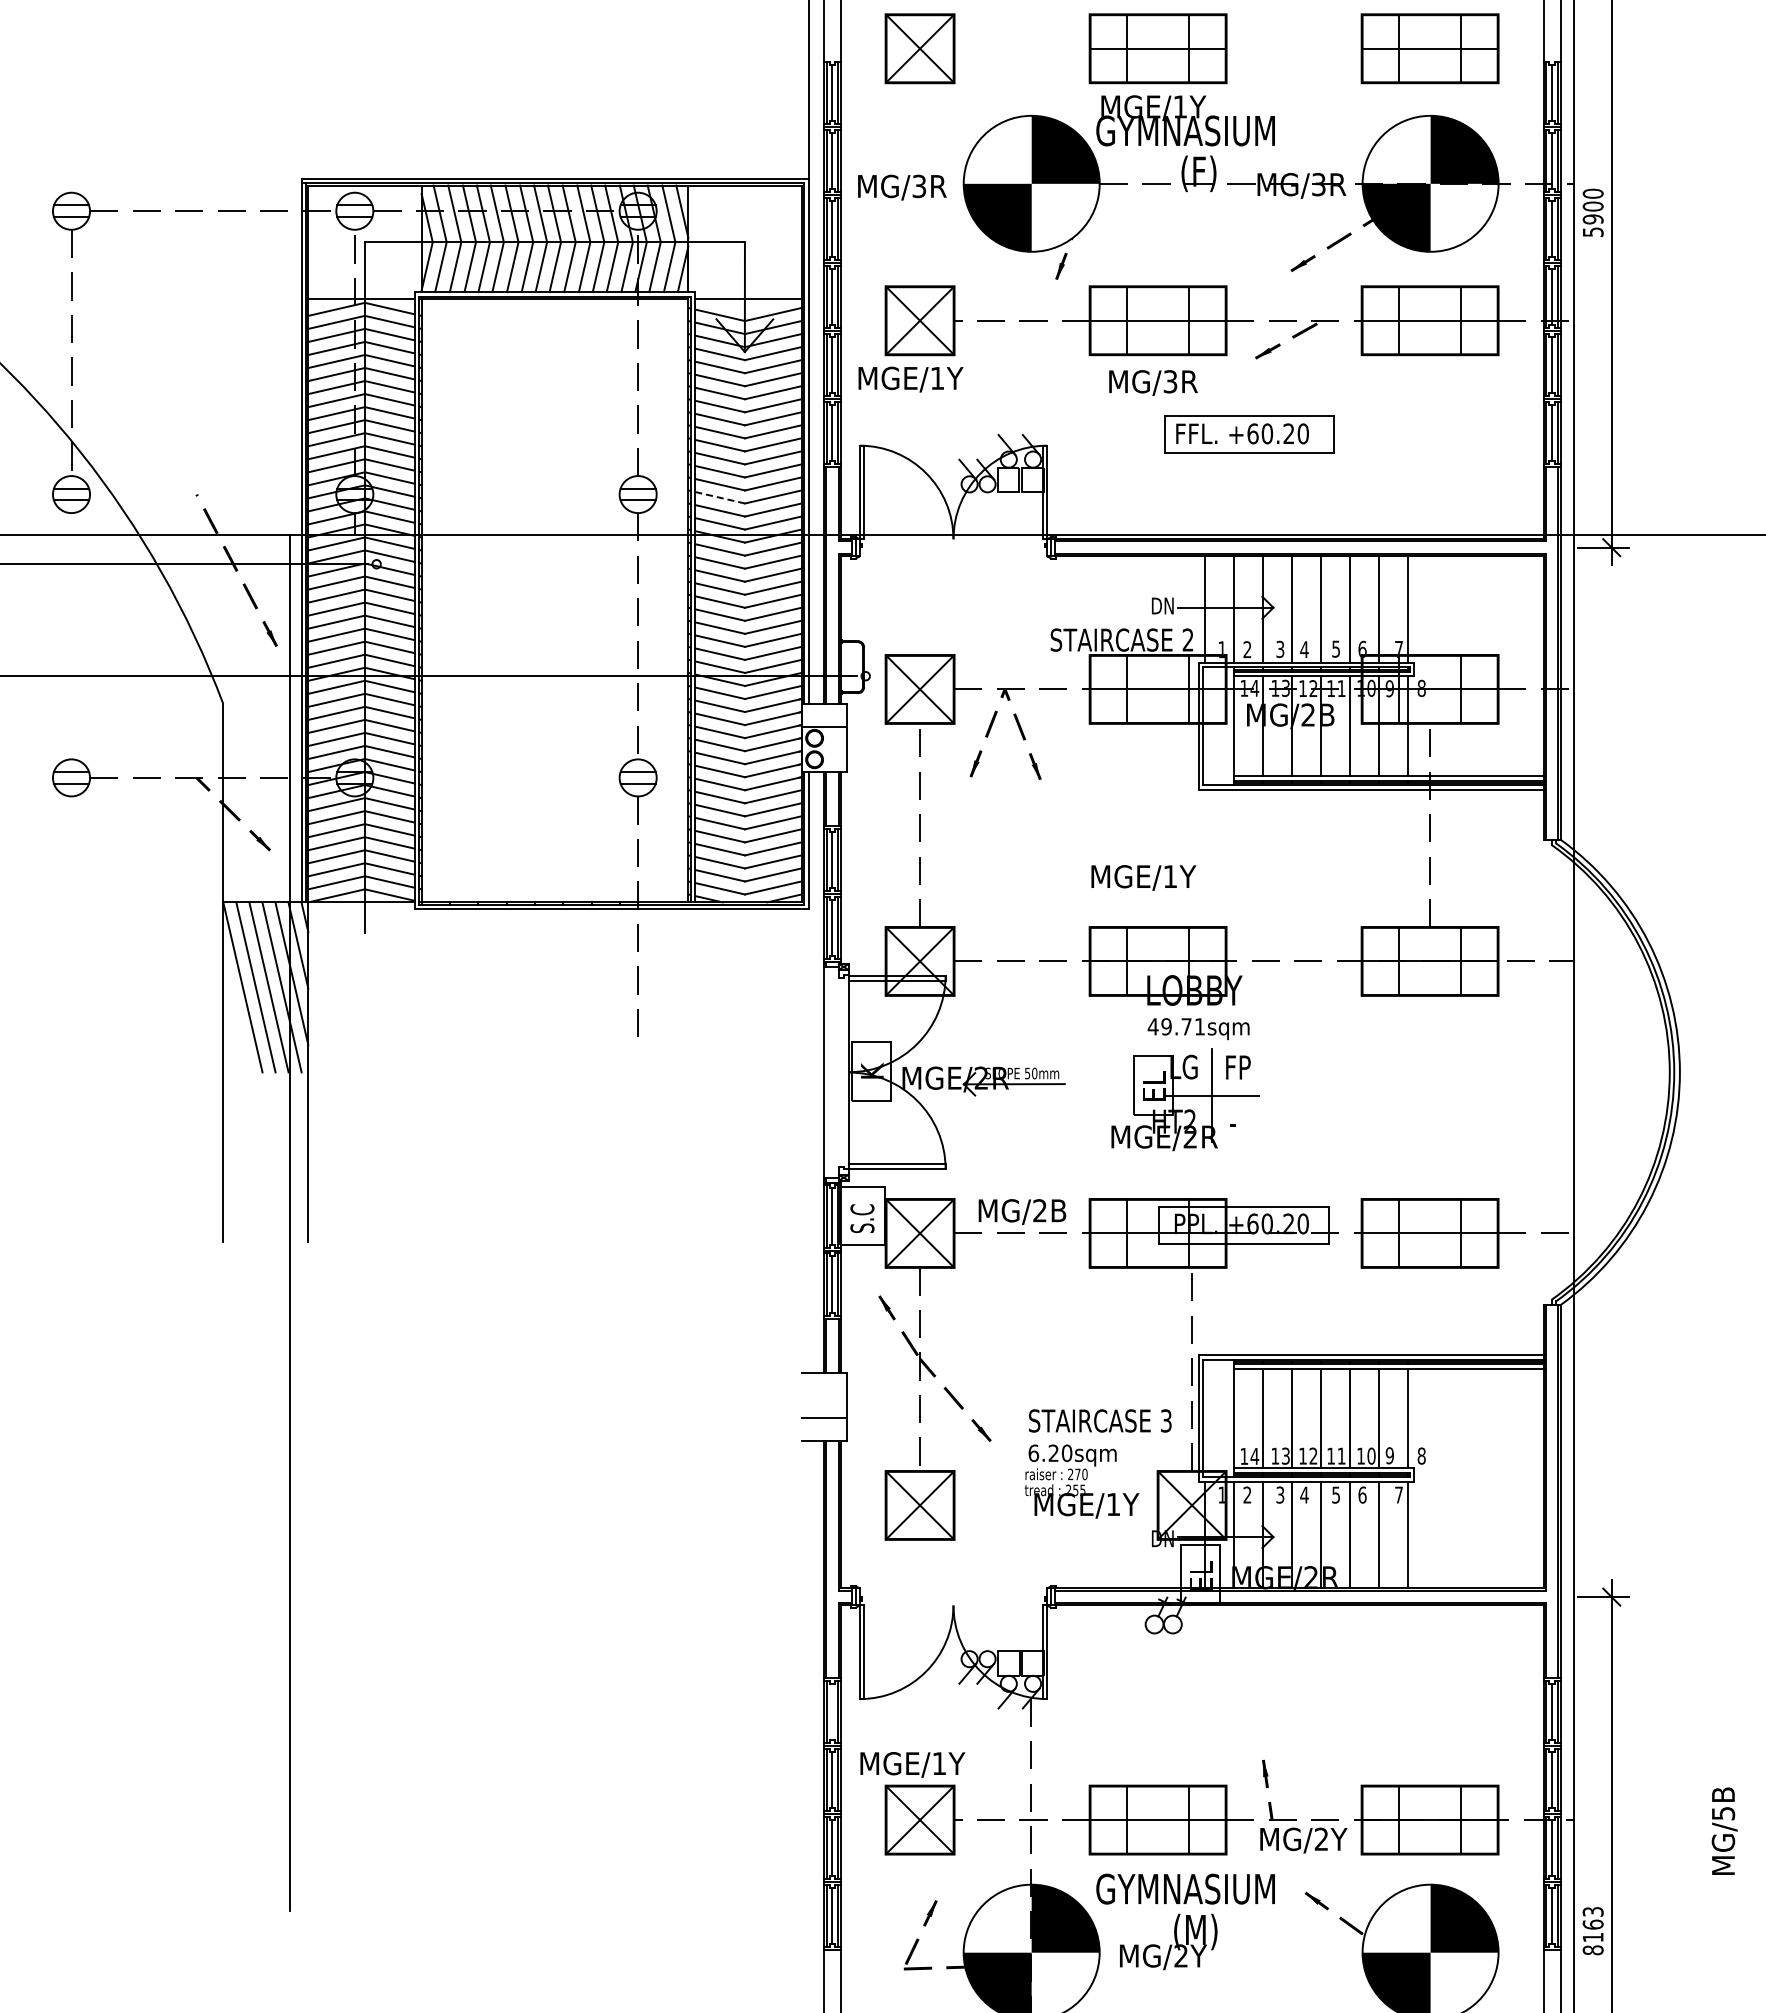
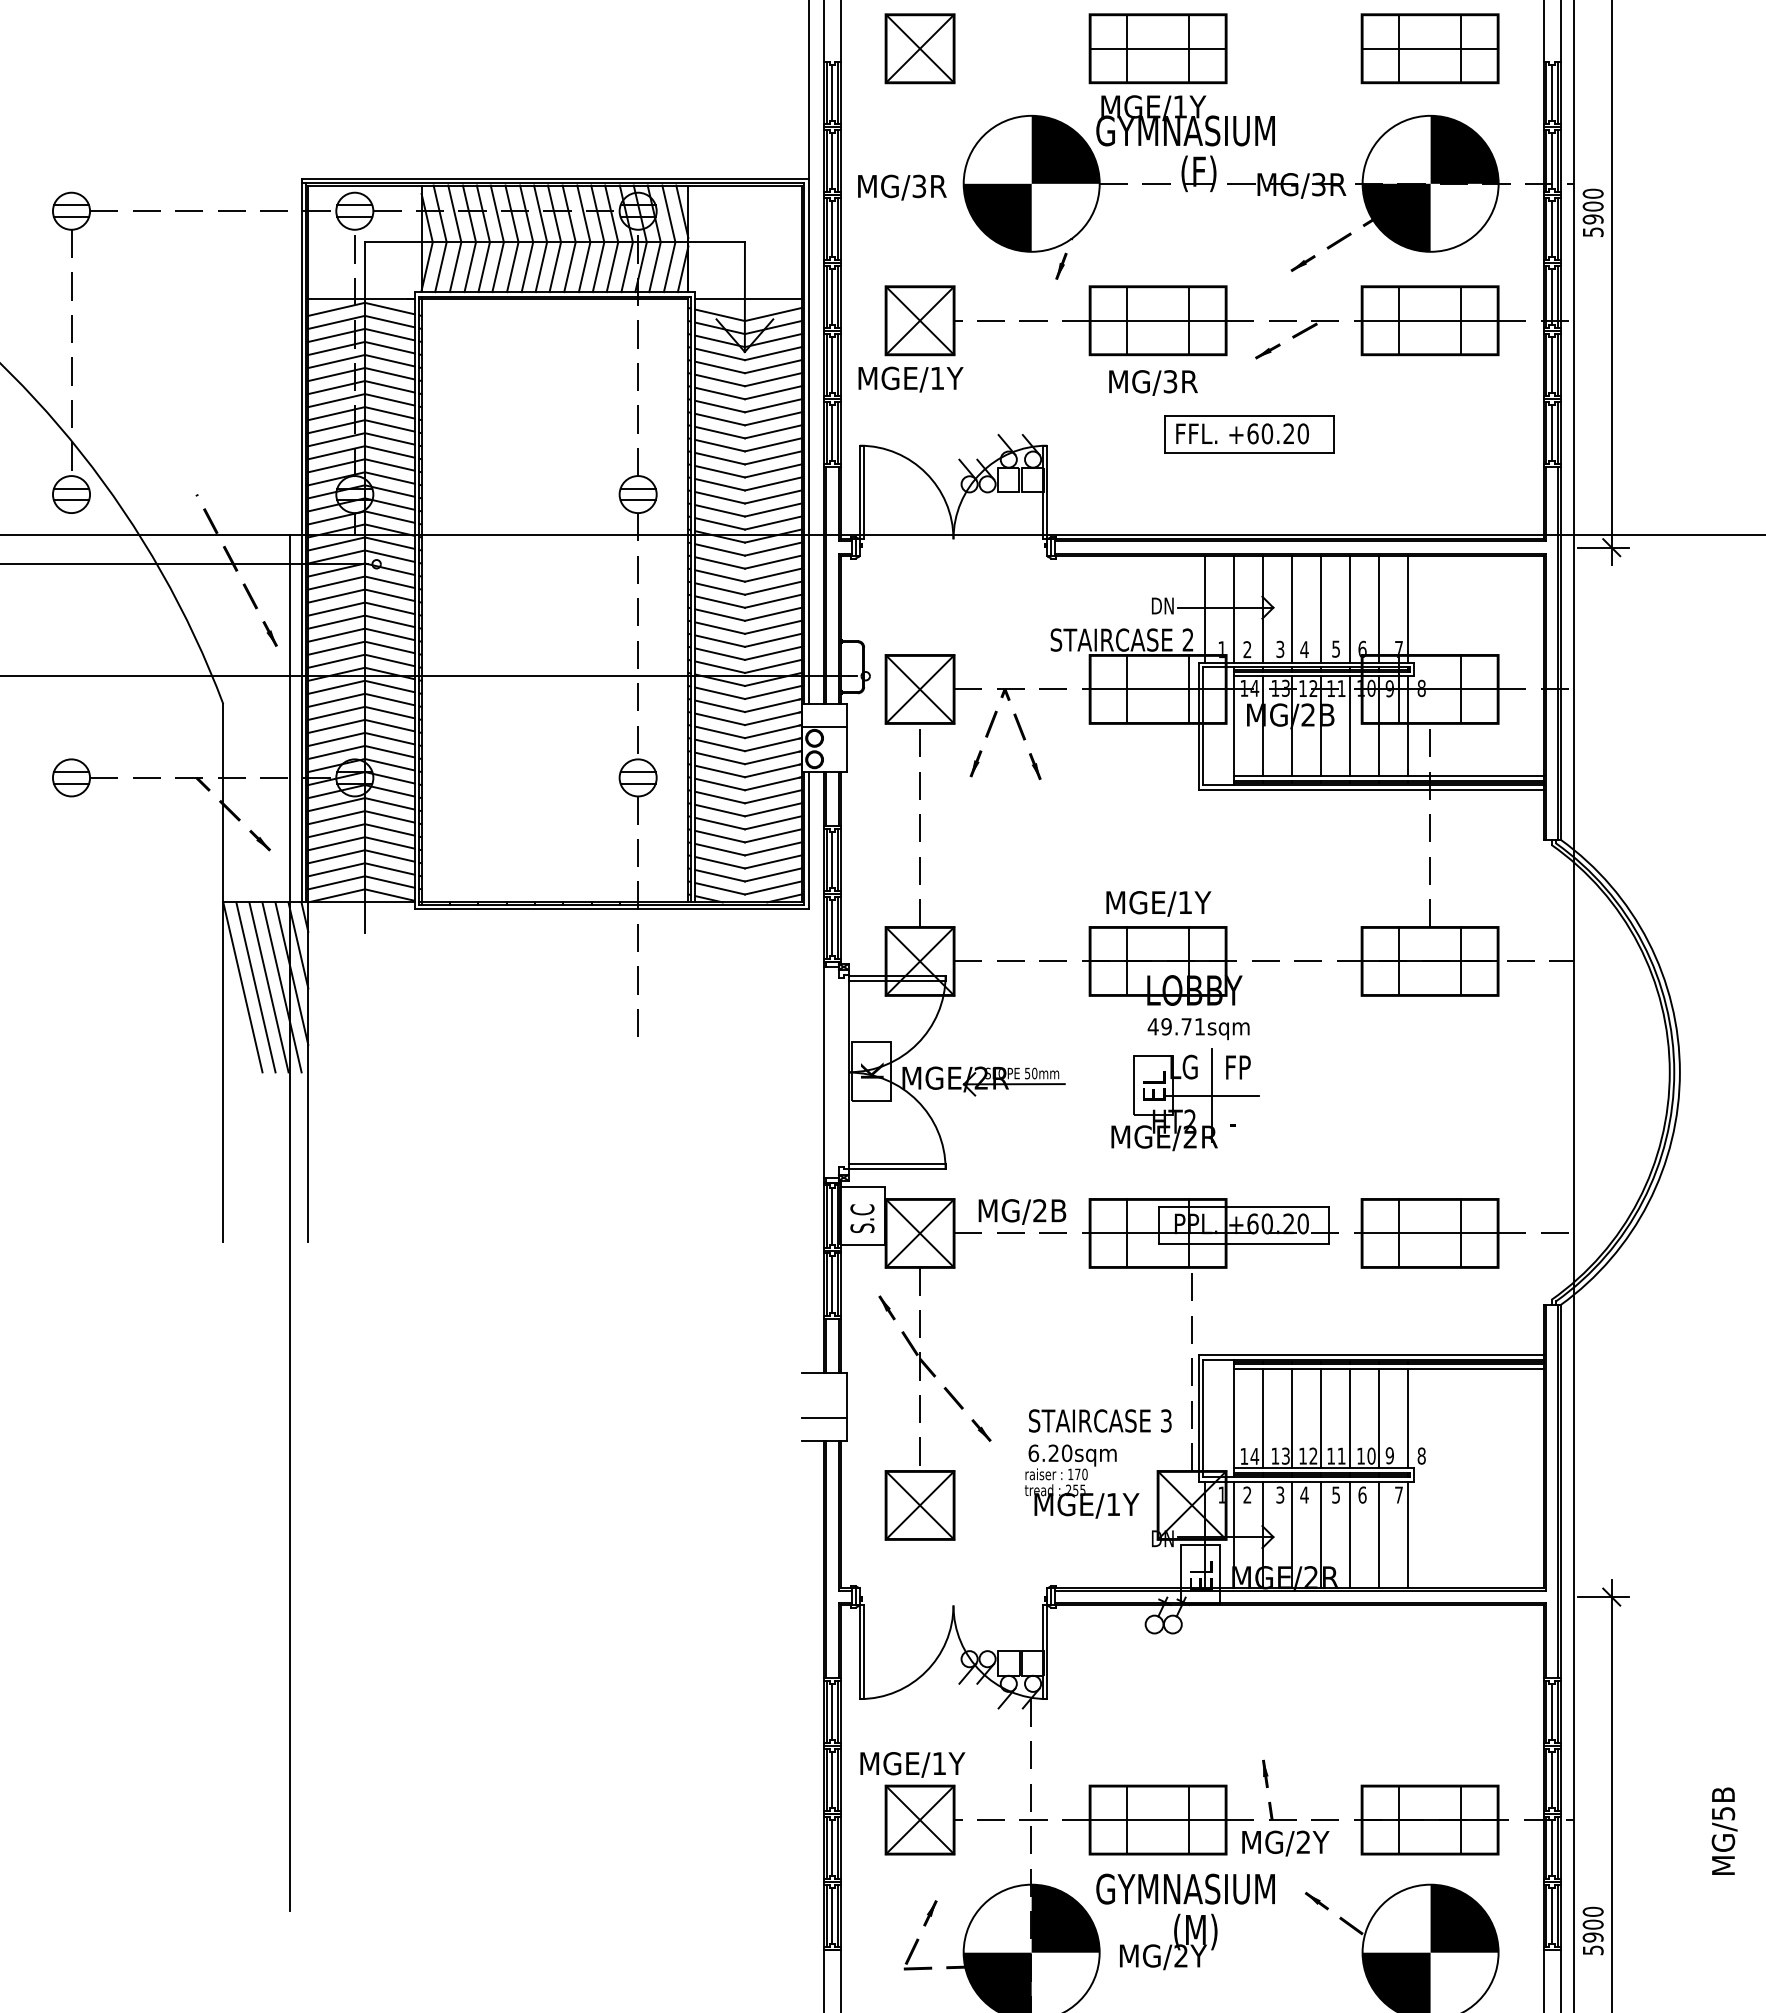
line at (720, 497): dashed -> solid
text at (1143, 877) position: (1143, 877) -> (1158, 903)
text at (1070, 1473): 270 -> 170
line at (832, 1711): none -> present
text at (1303, 1840) position: (1303, 1840) -> (1285, 1843)
text at (1592, 1930): 8163 -> 5900
